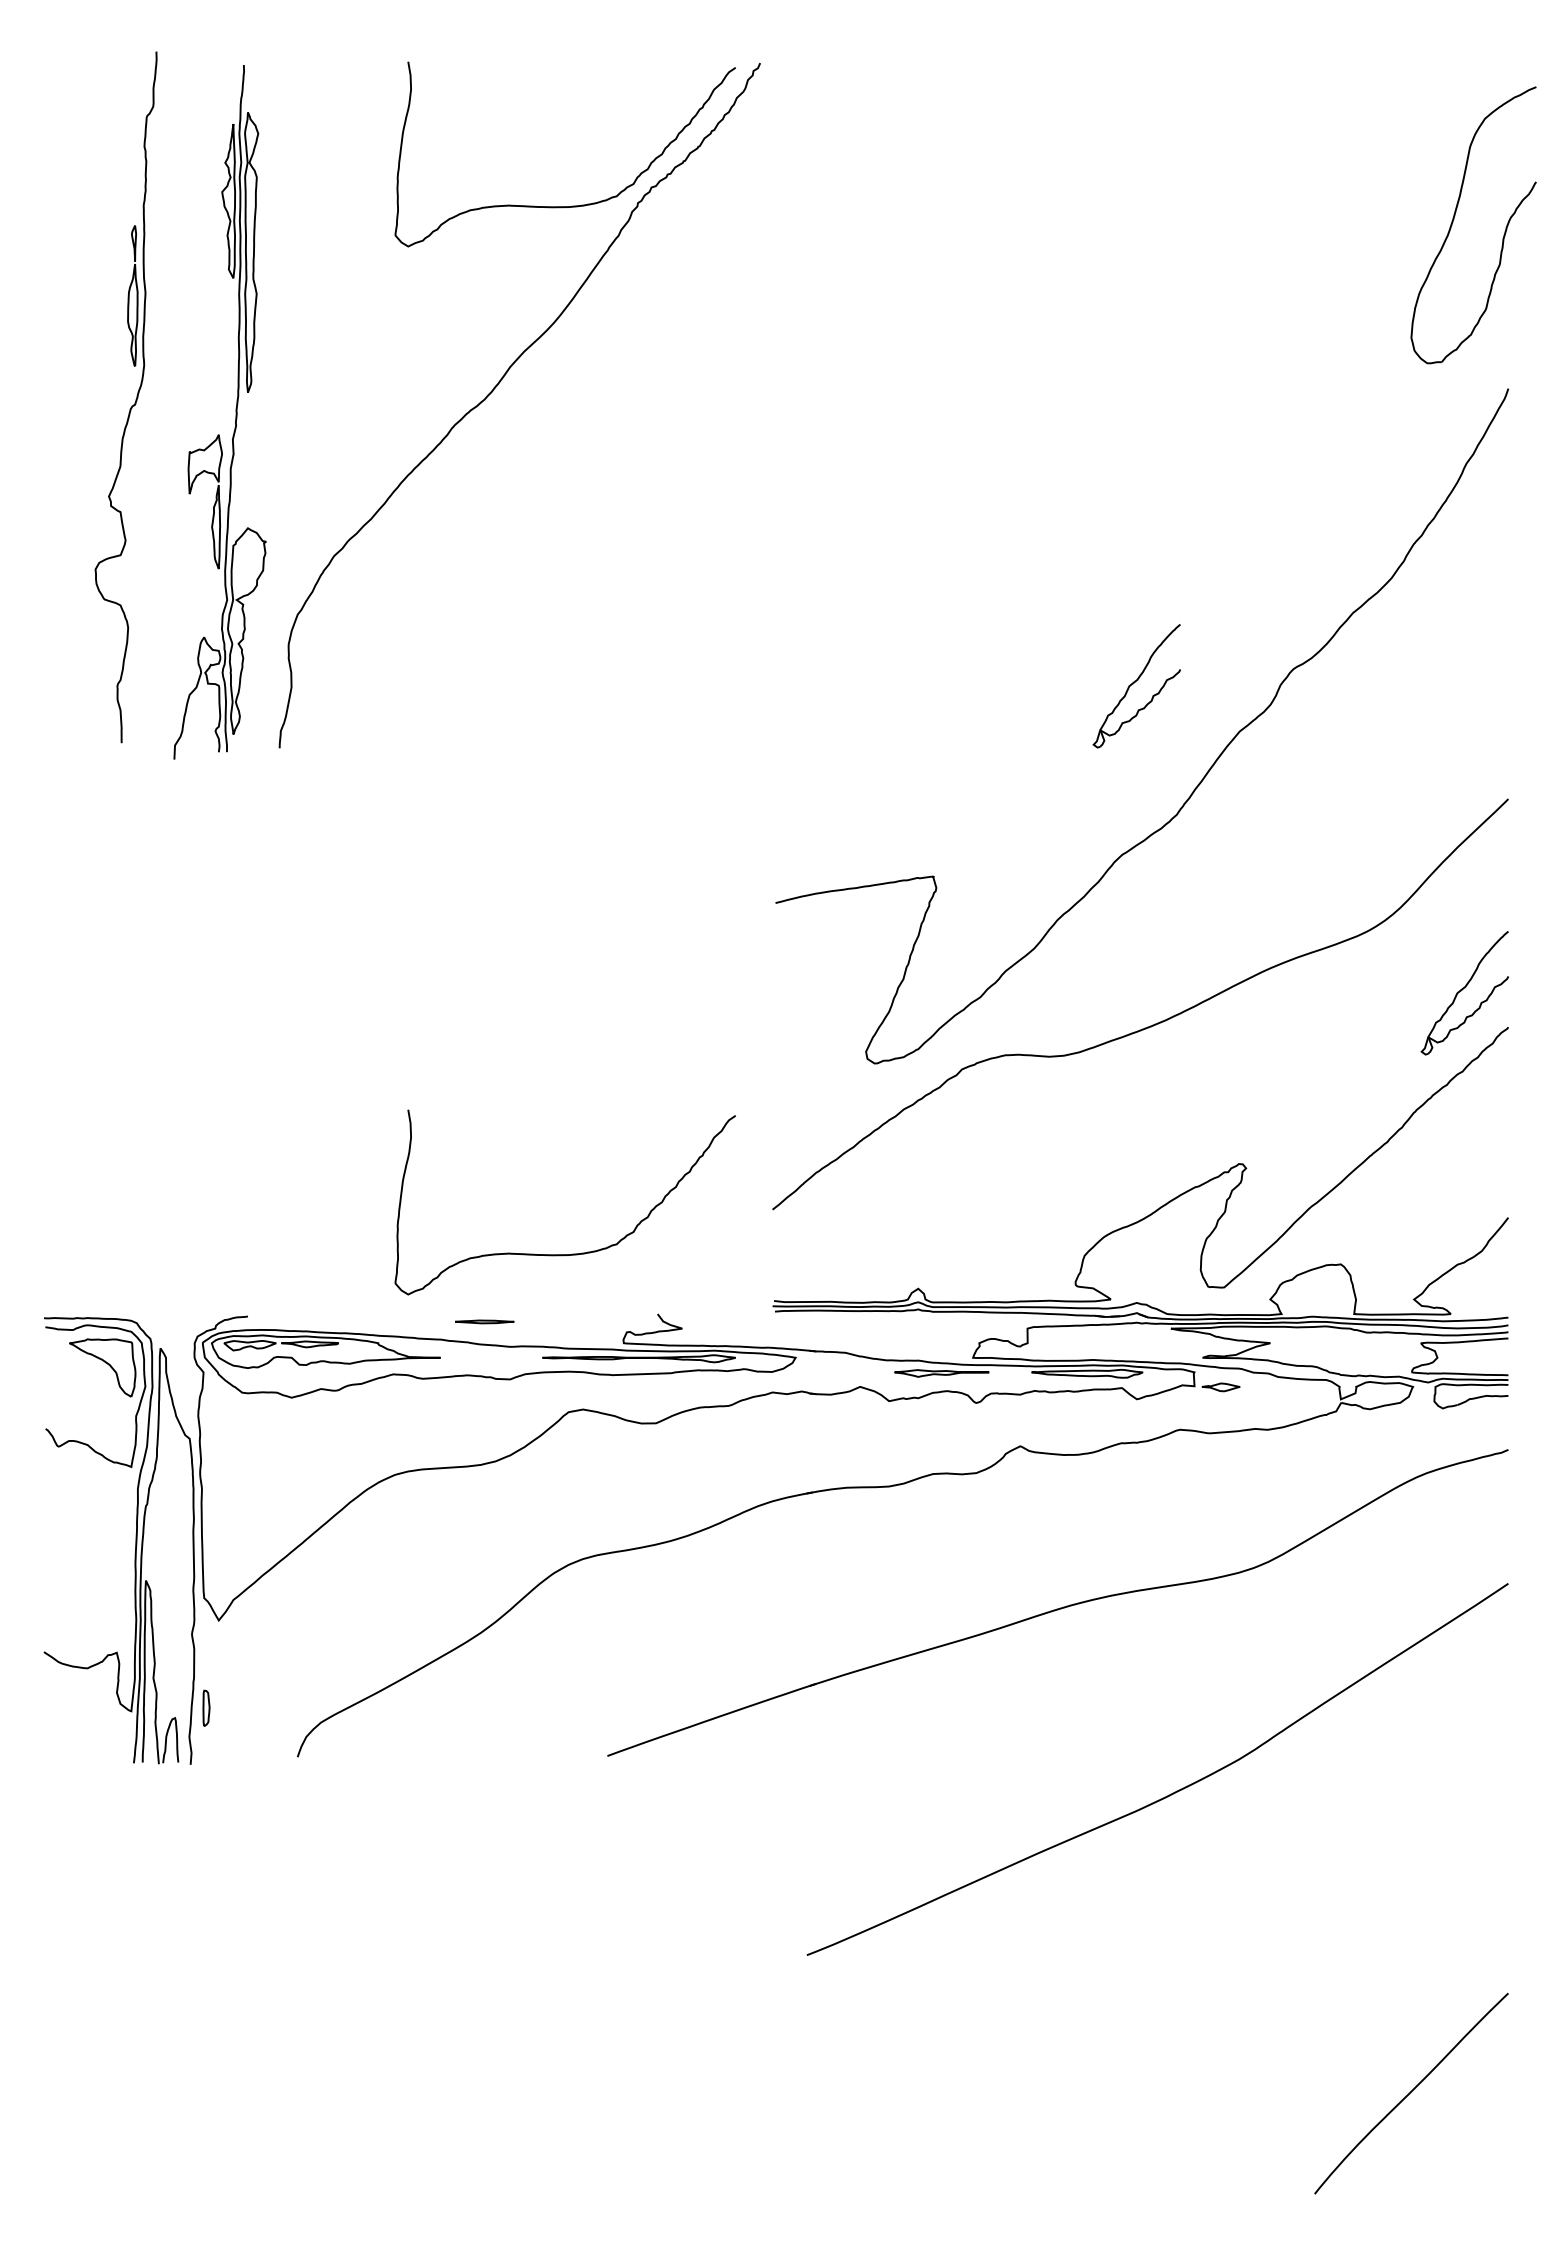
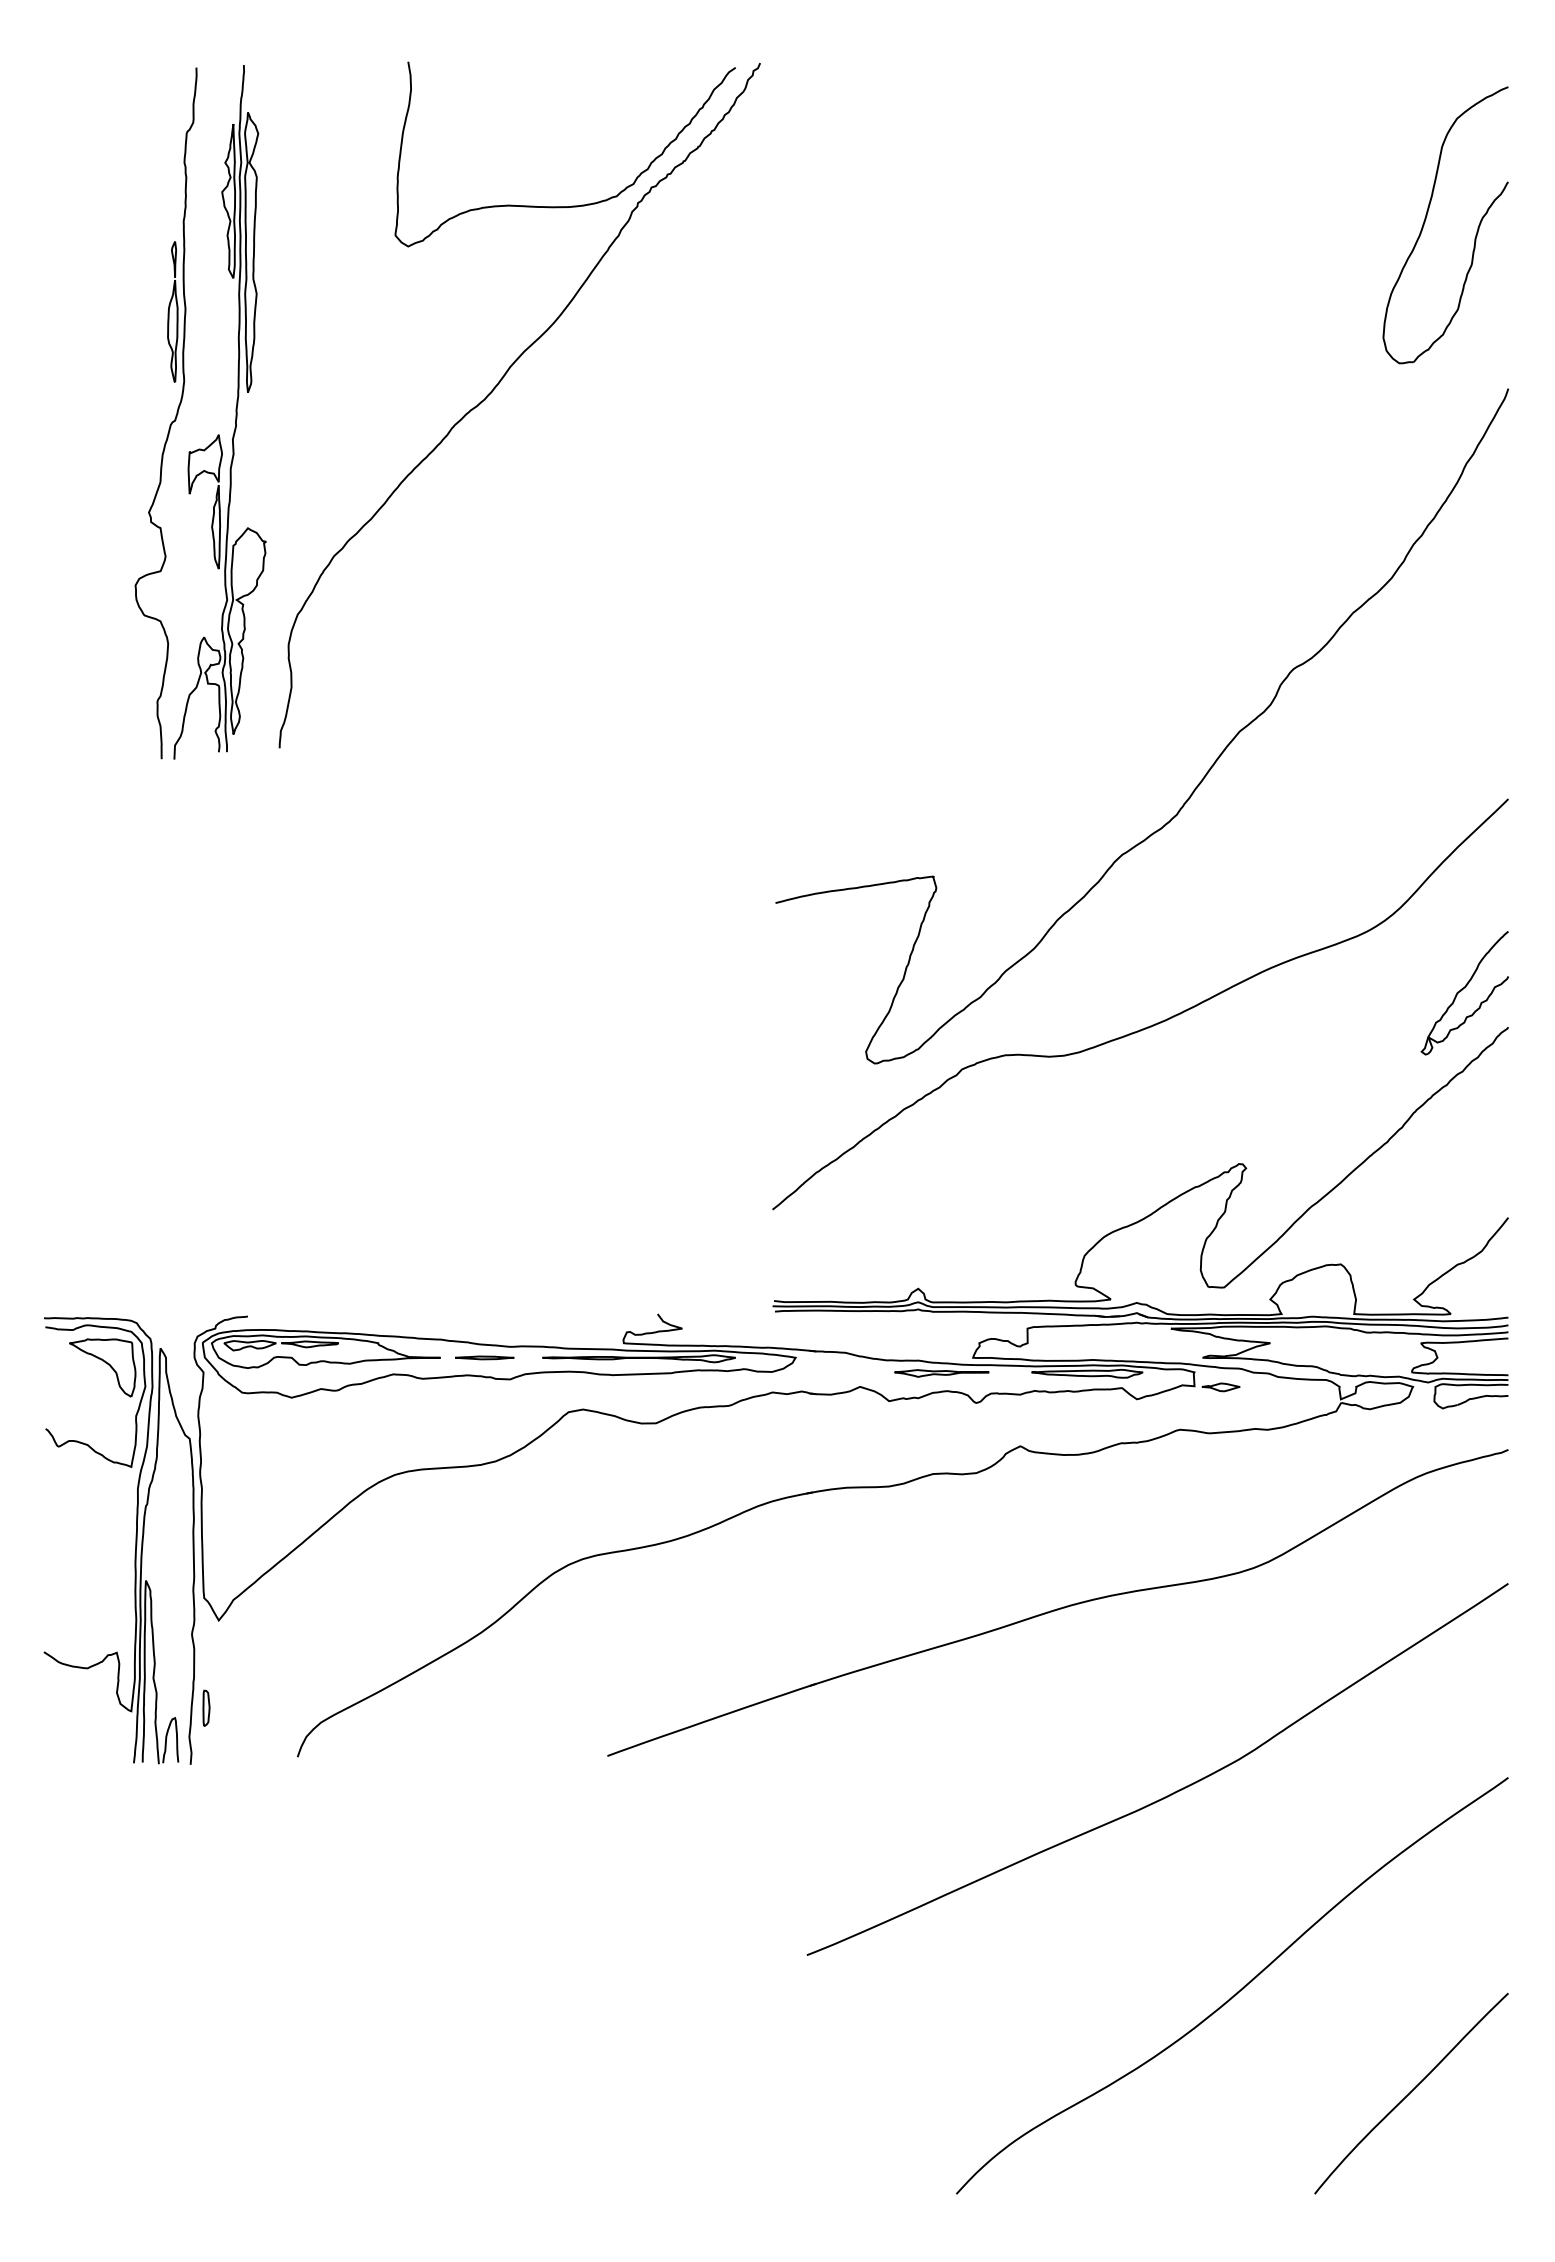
part at (1454, 219) position: (1454, 219) -> (1426, 219)
part at (131, 405) position: (131, 405) -> (171, 421)
part at (1136, 686): present -> none
curve at (571, 1253): present -> none
part at (484, 1321) position: (484, 1321) -> (484, 1357)
curve at (1238, 1990): none -> present
